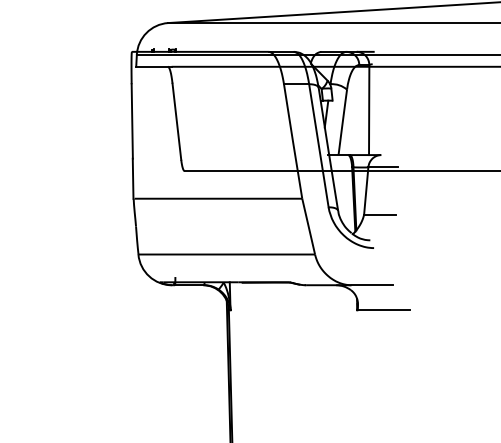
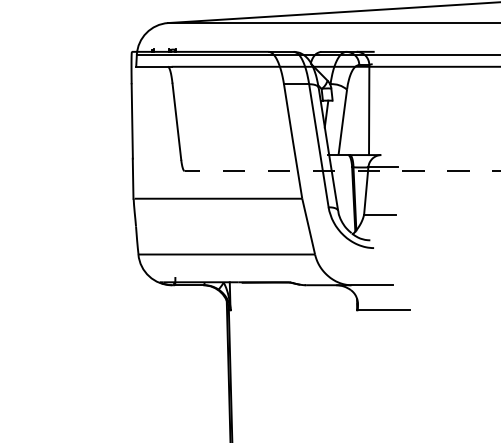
line at (342, 171): solid -> dashed
